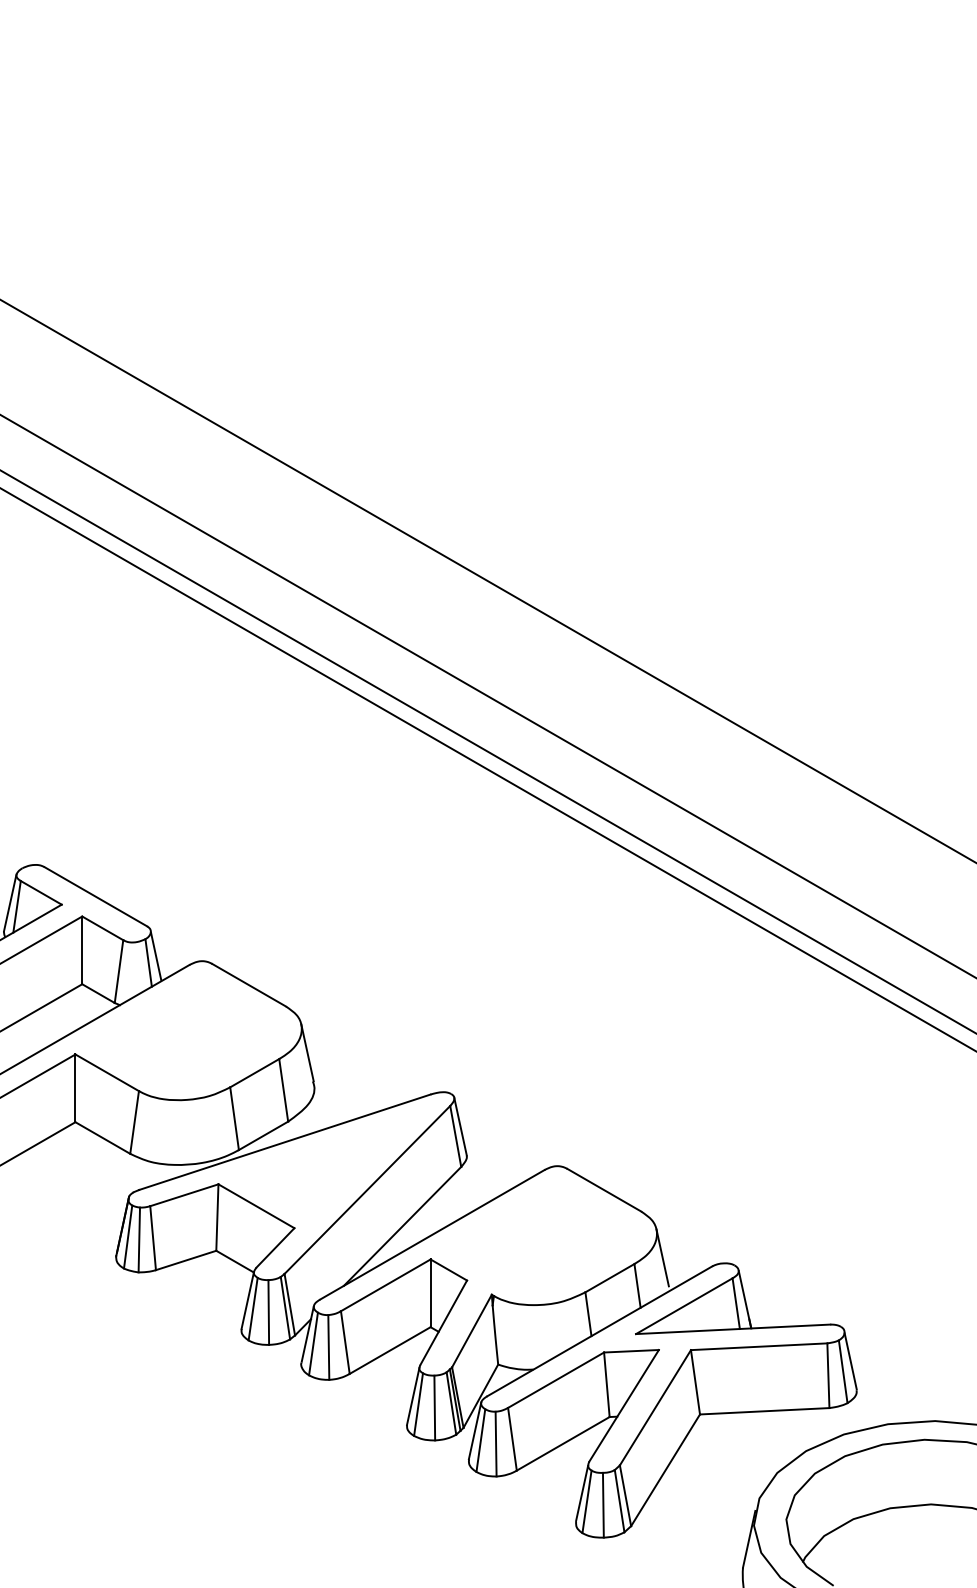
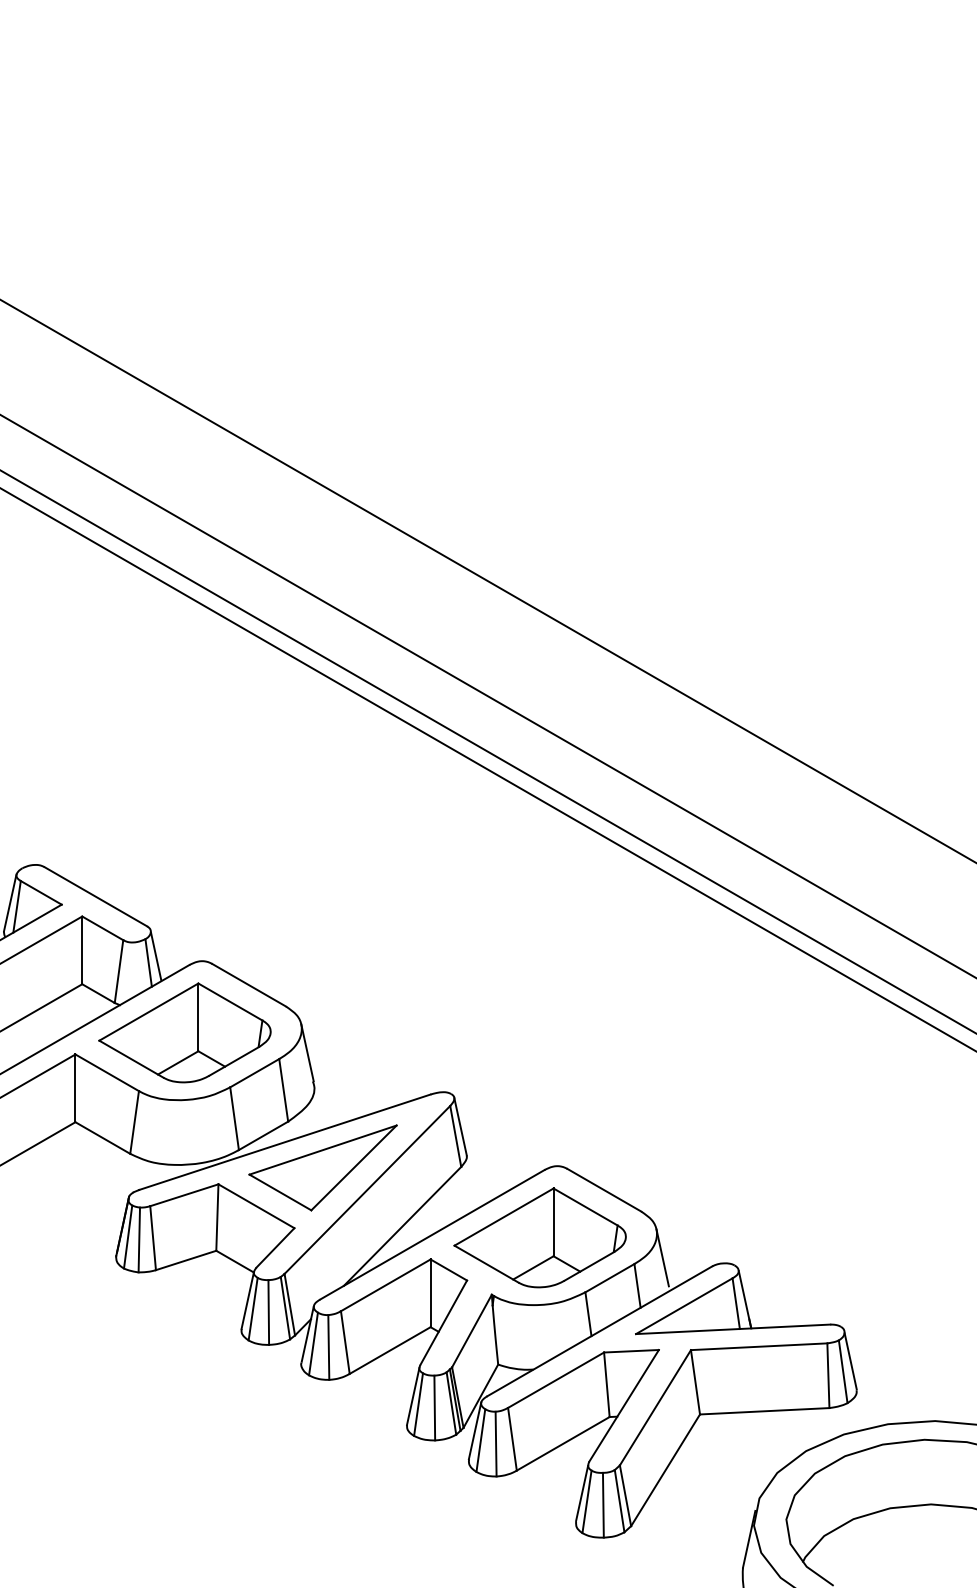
part at (184, 1032): none -> present
part at (322, 1167): none -> present
part at (539, 1237): none -> present
